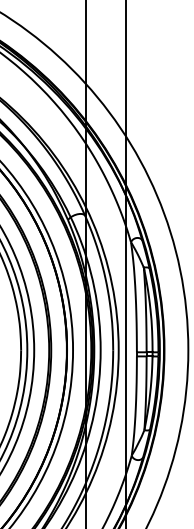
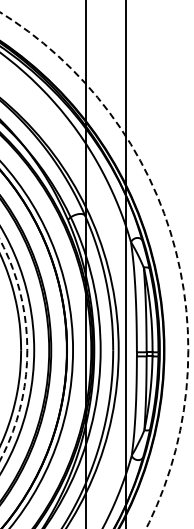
circle at (94, 270): solid -> dashed
circle at (13, 350): solid -> dashed
